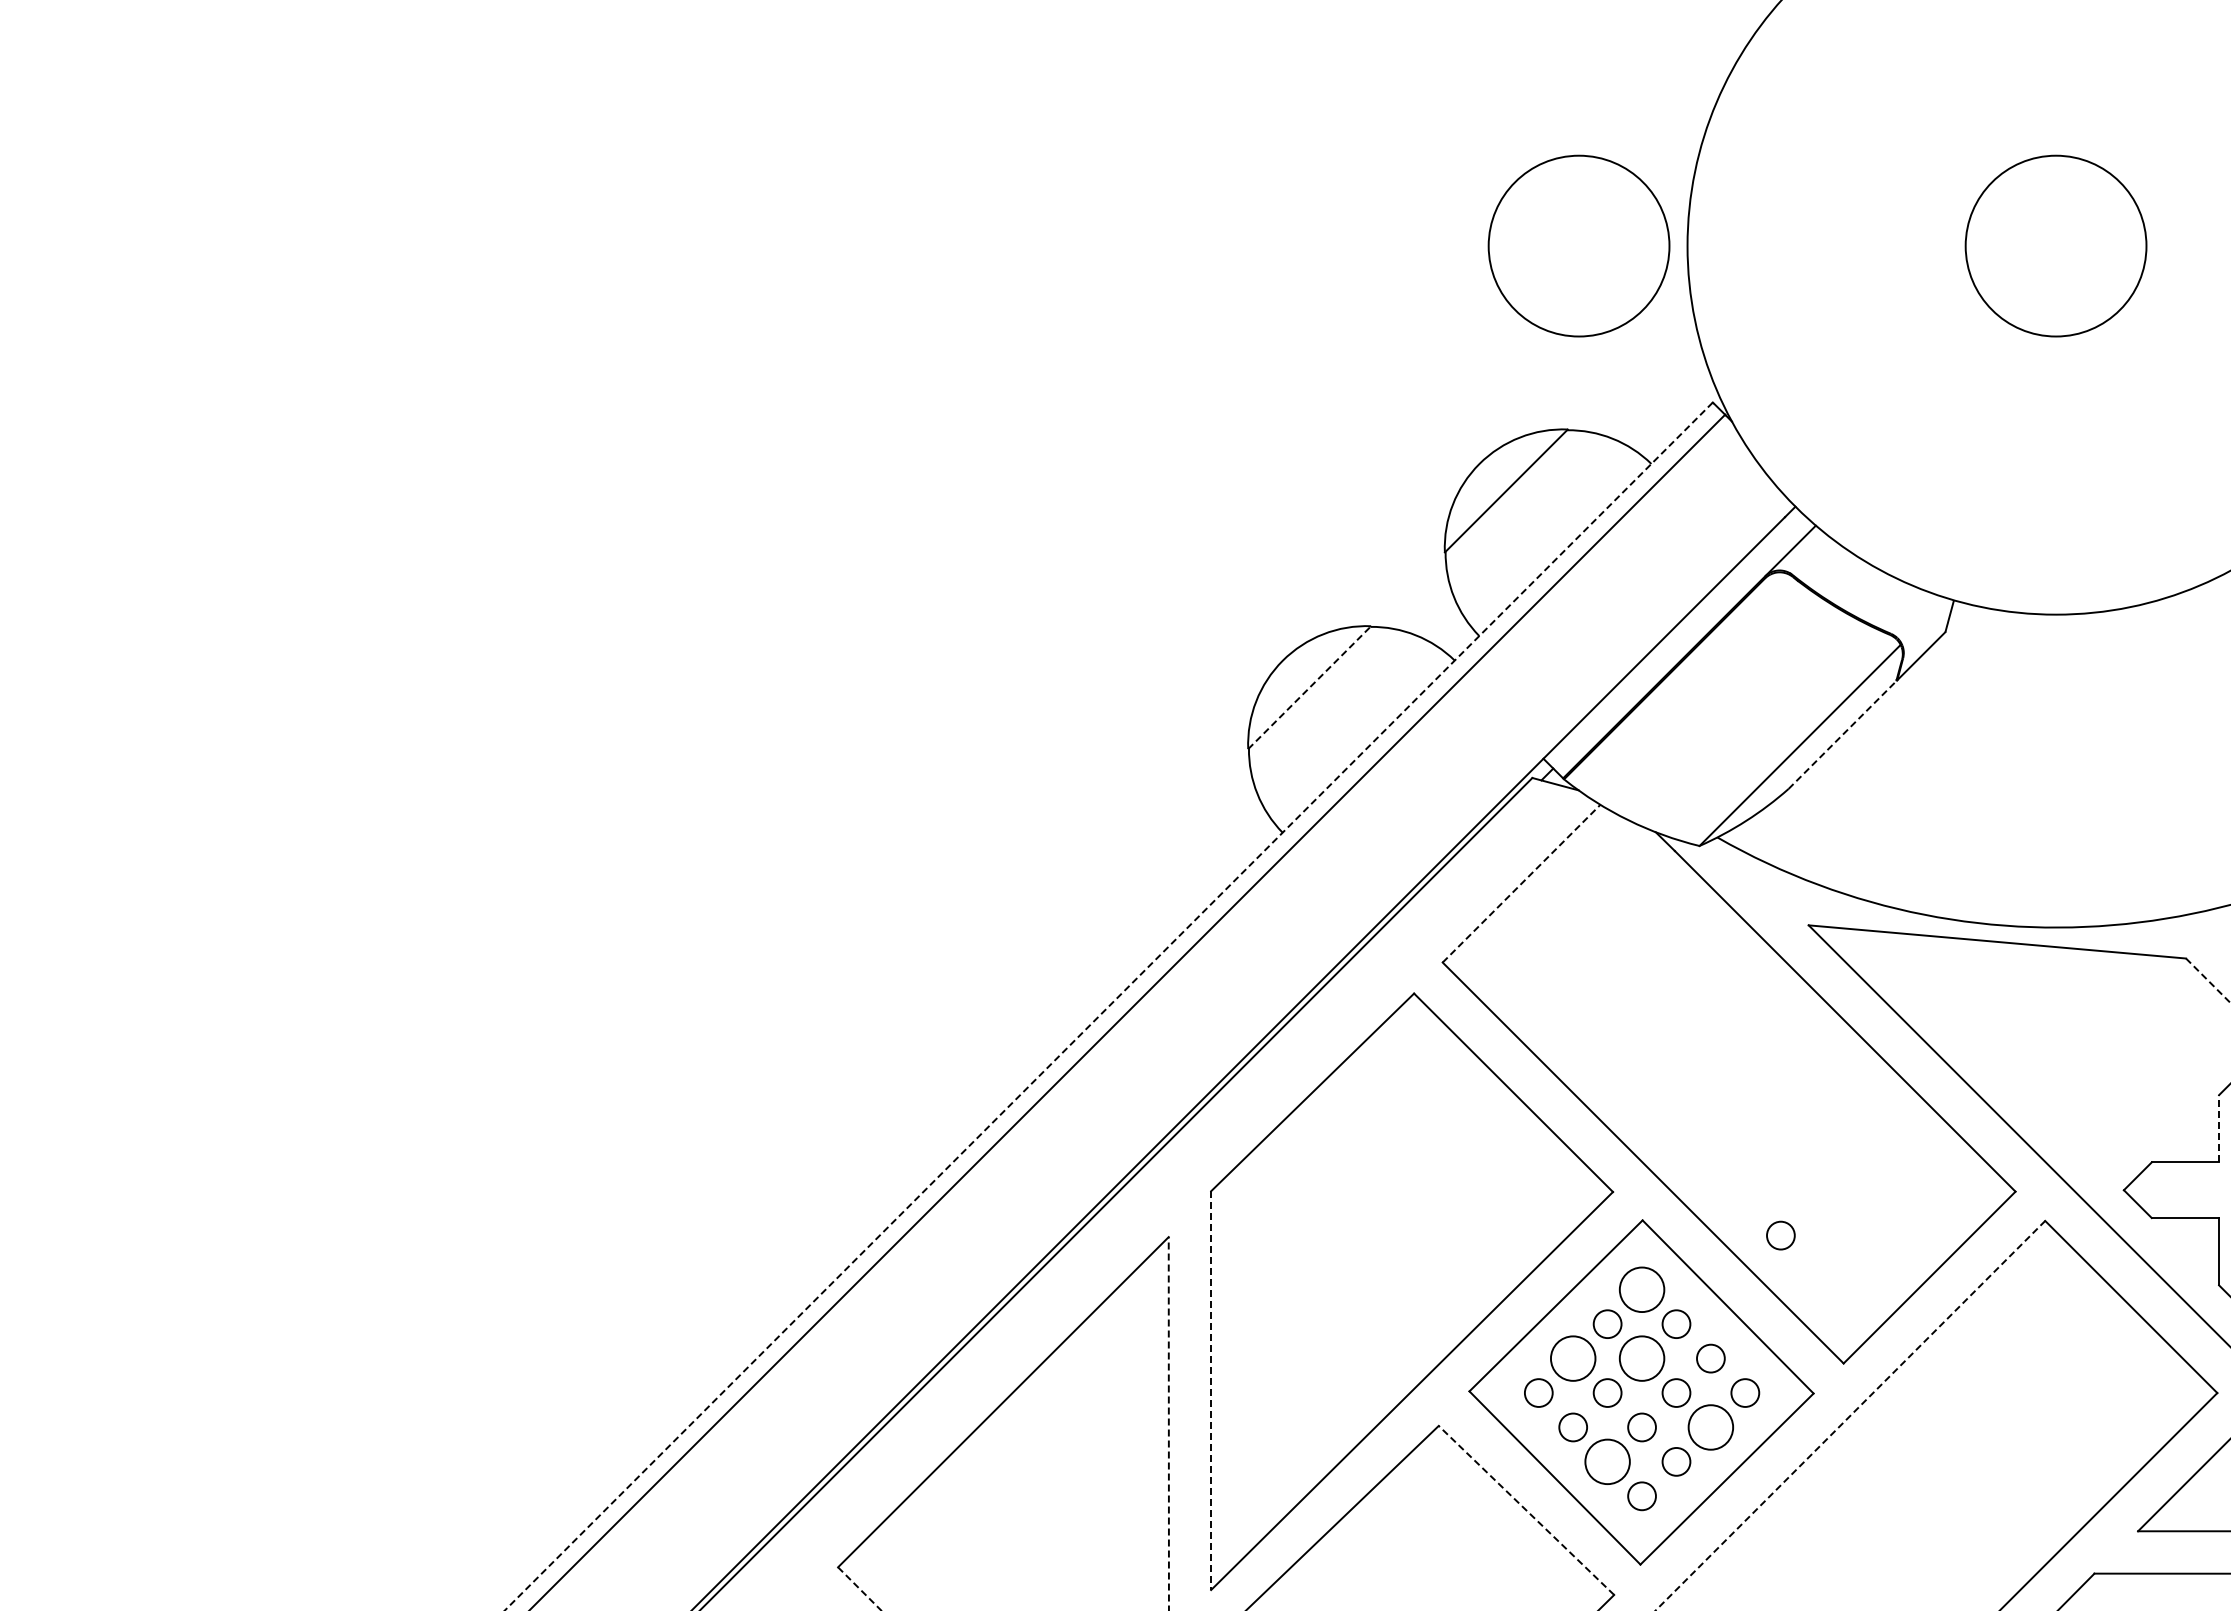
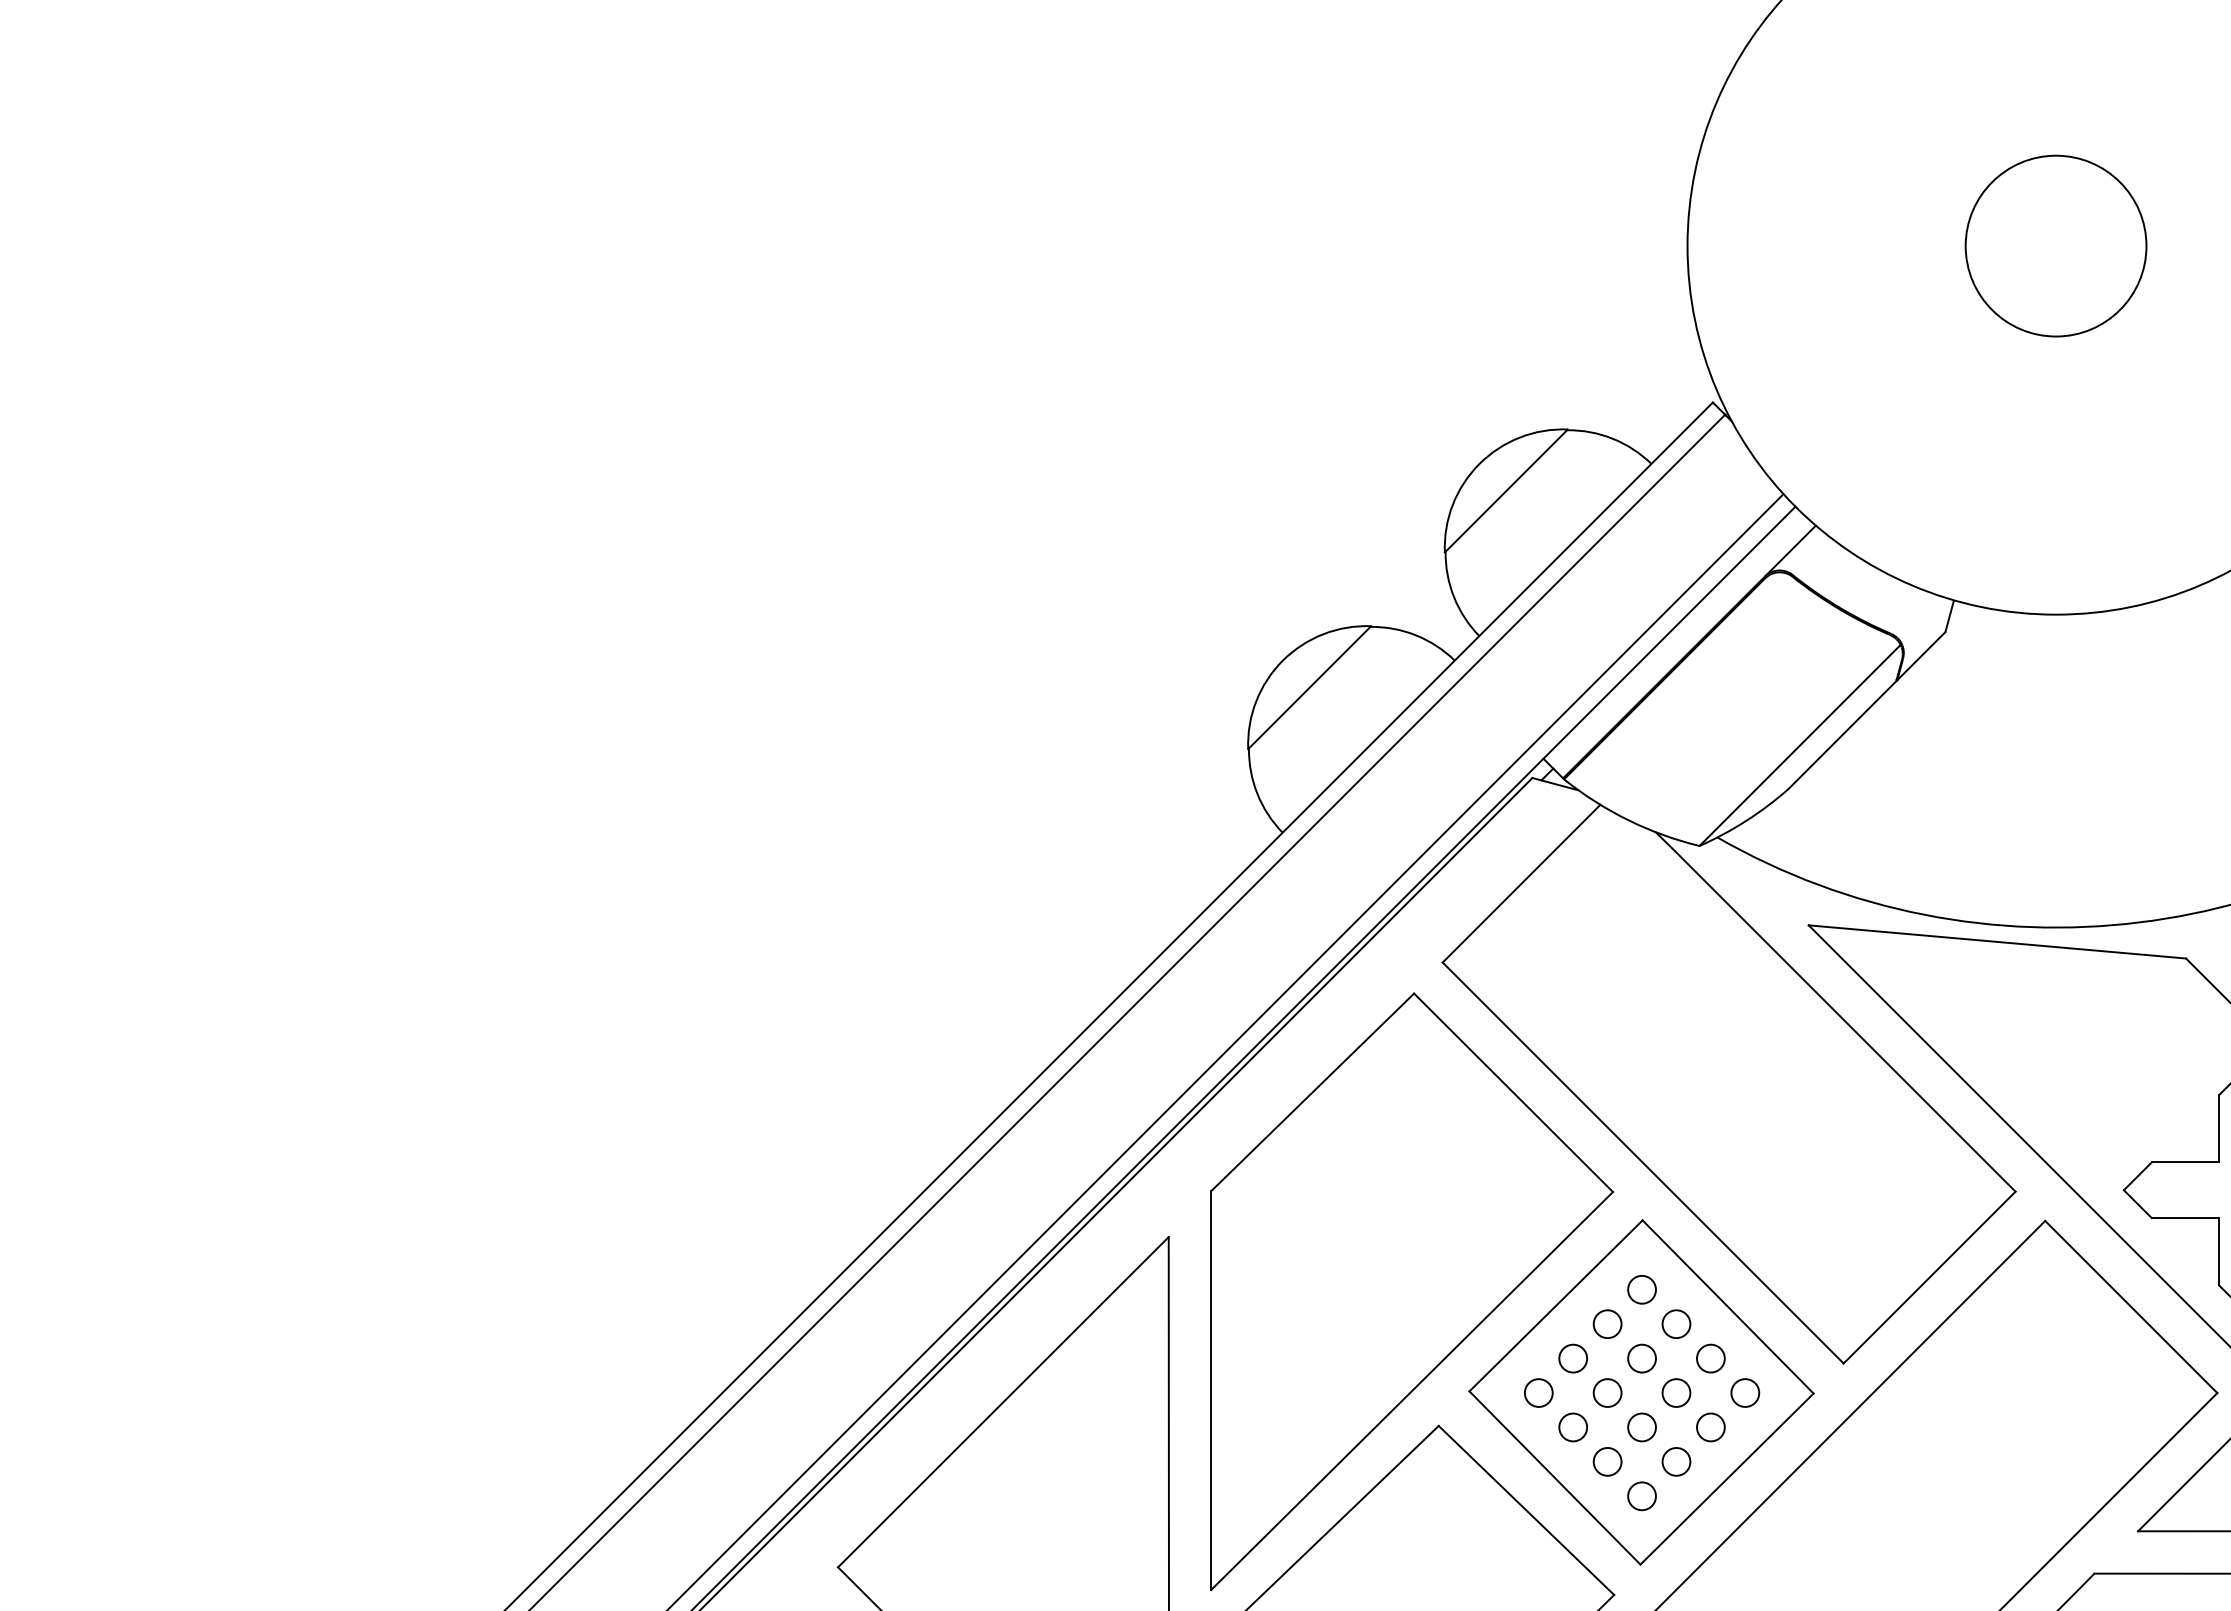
circle at (1578, 245): present -> none
line at (1309, 687): dashed -> solid
line at (1842, 734): dashed -> solid
line at (1521, 883): dashed -> solid
line at (2208, 981): dashed -> solid
line at (1108, 1007): dashed -> solid
line at (1226, 1050): none -> present
line at (2219, 1128): dashed -> solid
circle at (1780, 1235): present -> none
circle at (1641, 1289) diameter: 45 px -> 28 px
circle at (1572, 1358) diameter: 45 px -> 28 px
circle at (1641, 1358) diameter: 45 px -> 28 px
line at (1211, 1391): dashed -> solid
line at (1850, 1415): dashed -> solid
line at (1168, 1423): dashed -> solid
circle at (1710, 1427) diameter: 45 px -> 28 px
circle at (1607, 1461) diameter: 45 px -> 28 px
line at (1526, 1510): dashed -> solid
line at (859, 1589): dashed -> solid
